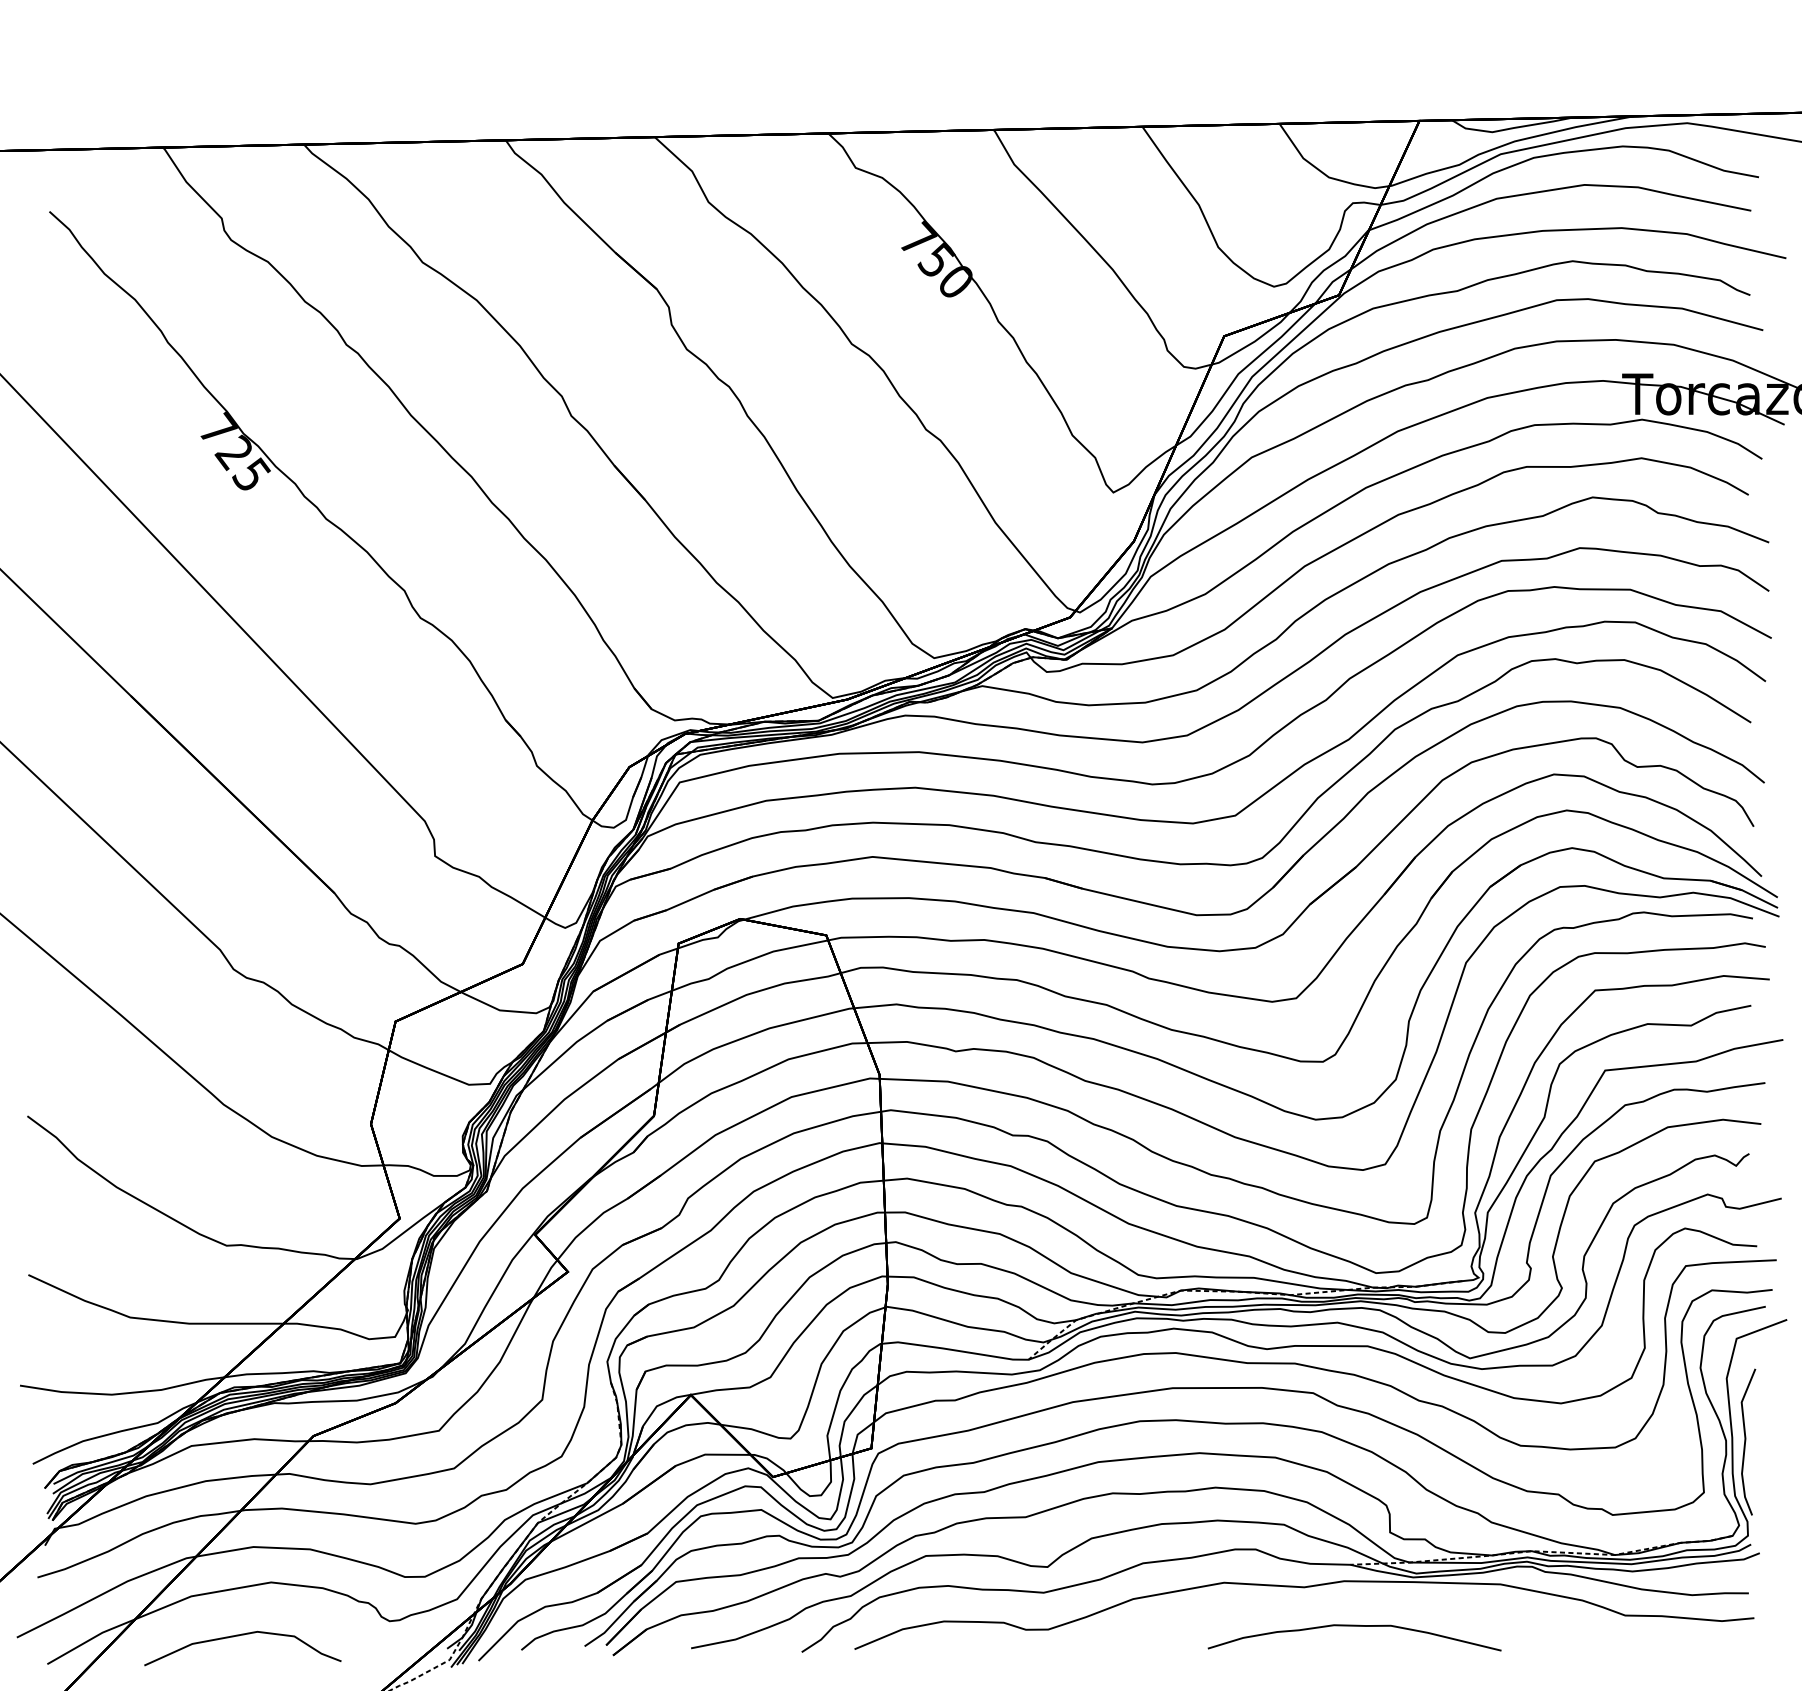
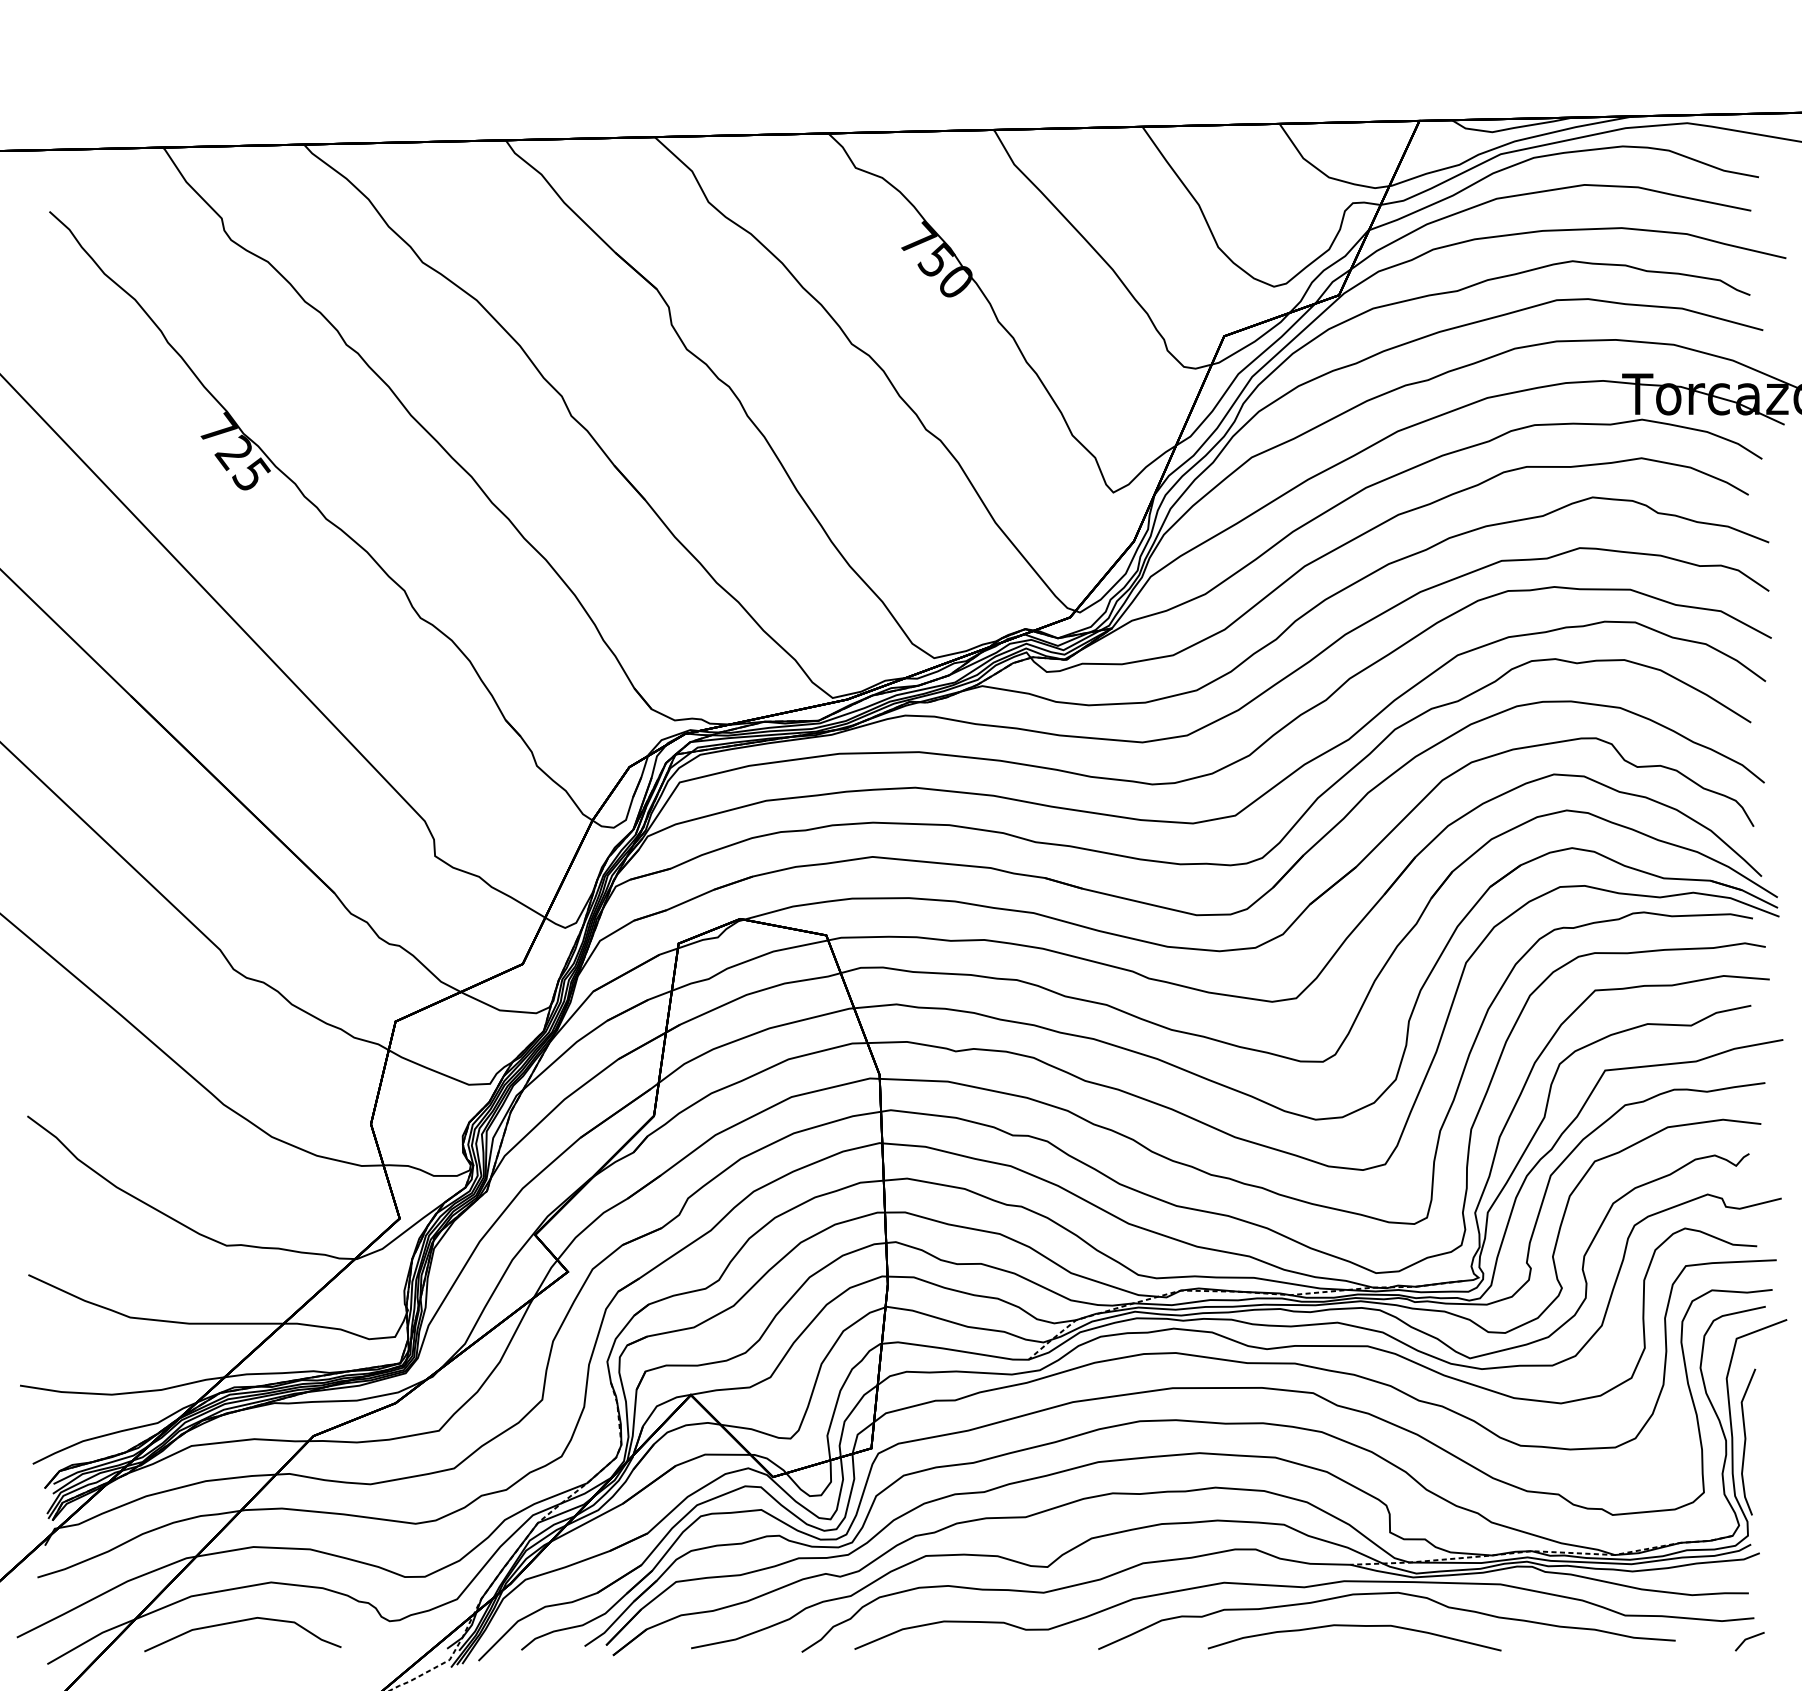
curve at (1386, 1594): none -> present
curve at (239, 1636) position: (239, 1636) -> (239, 1622)
line at (1749, 1639): none -> present
